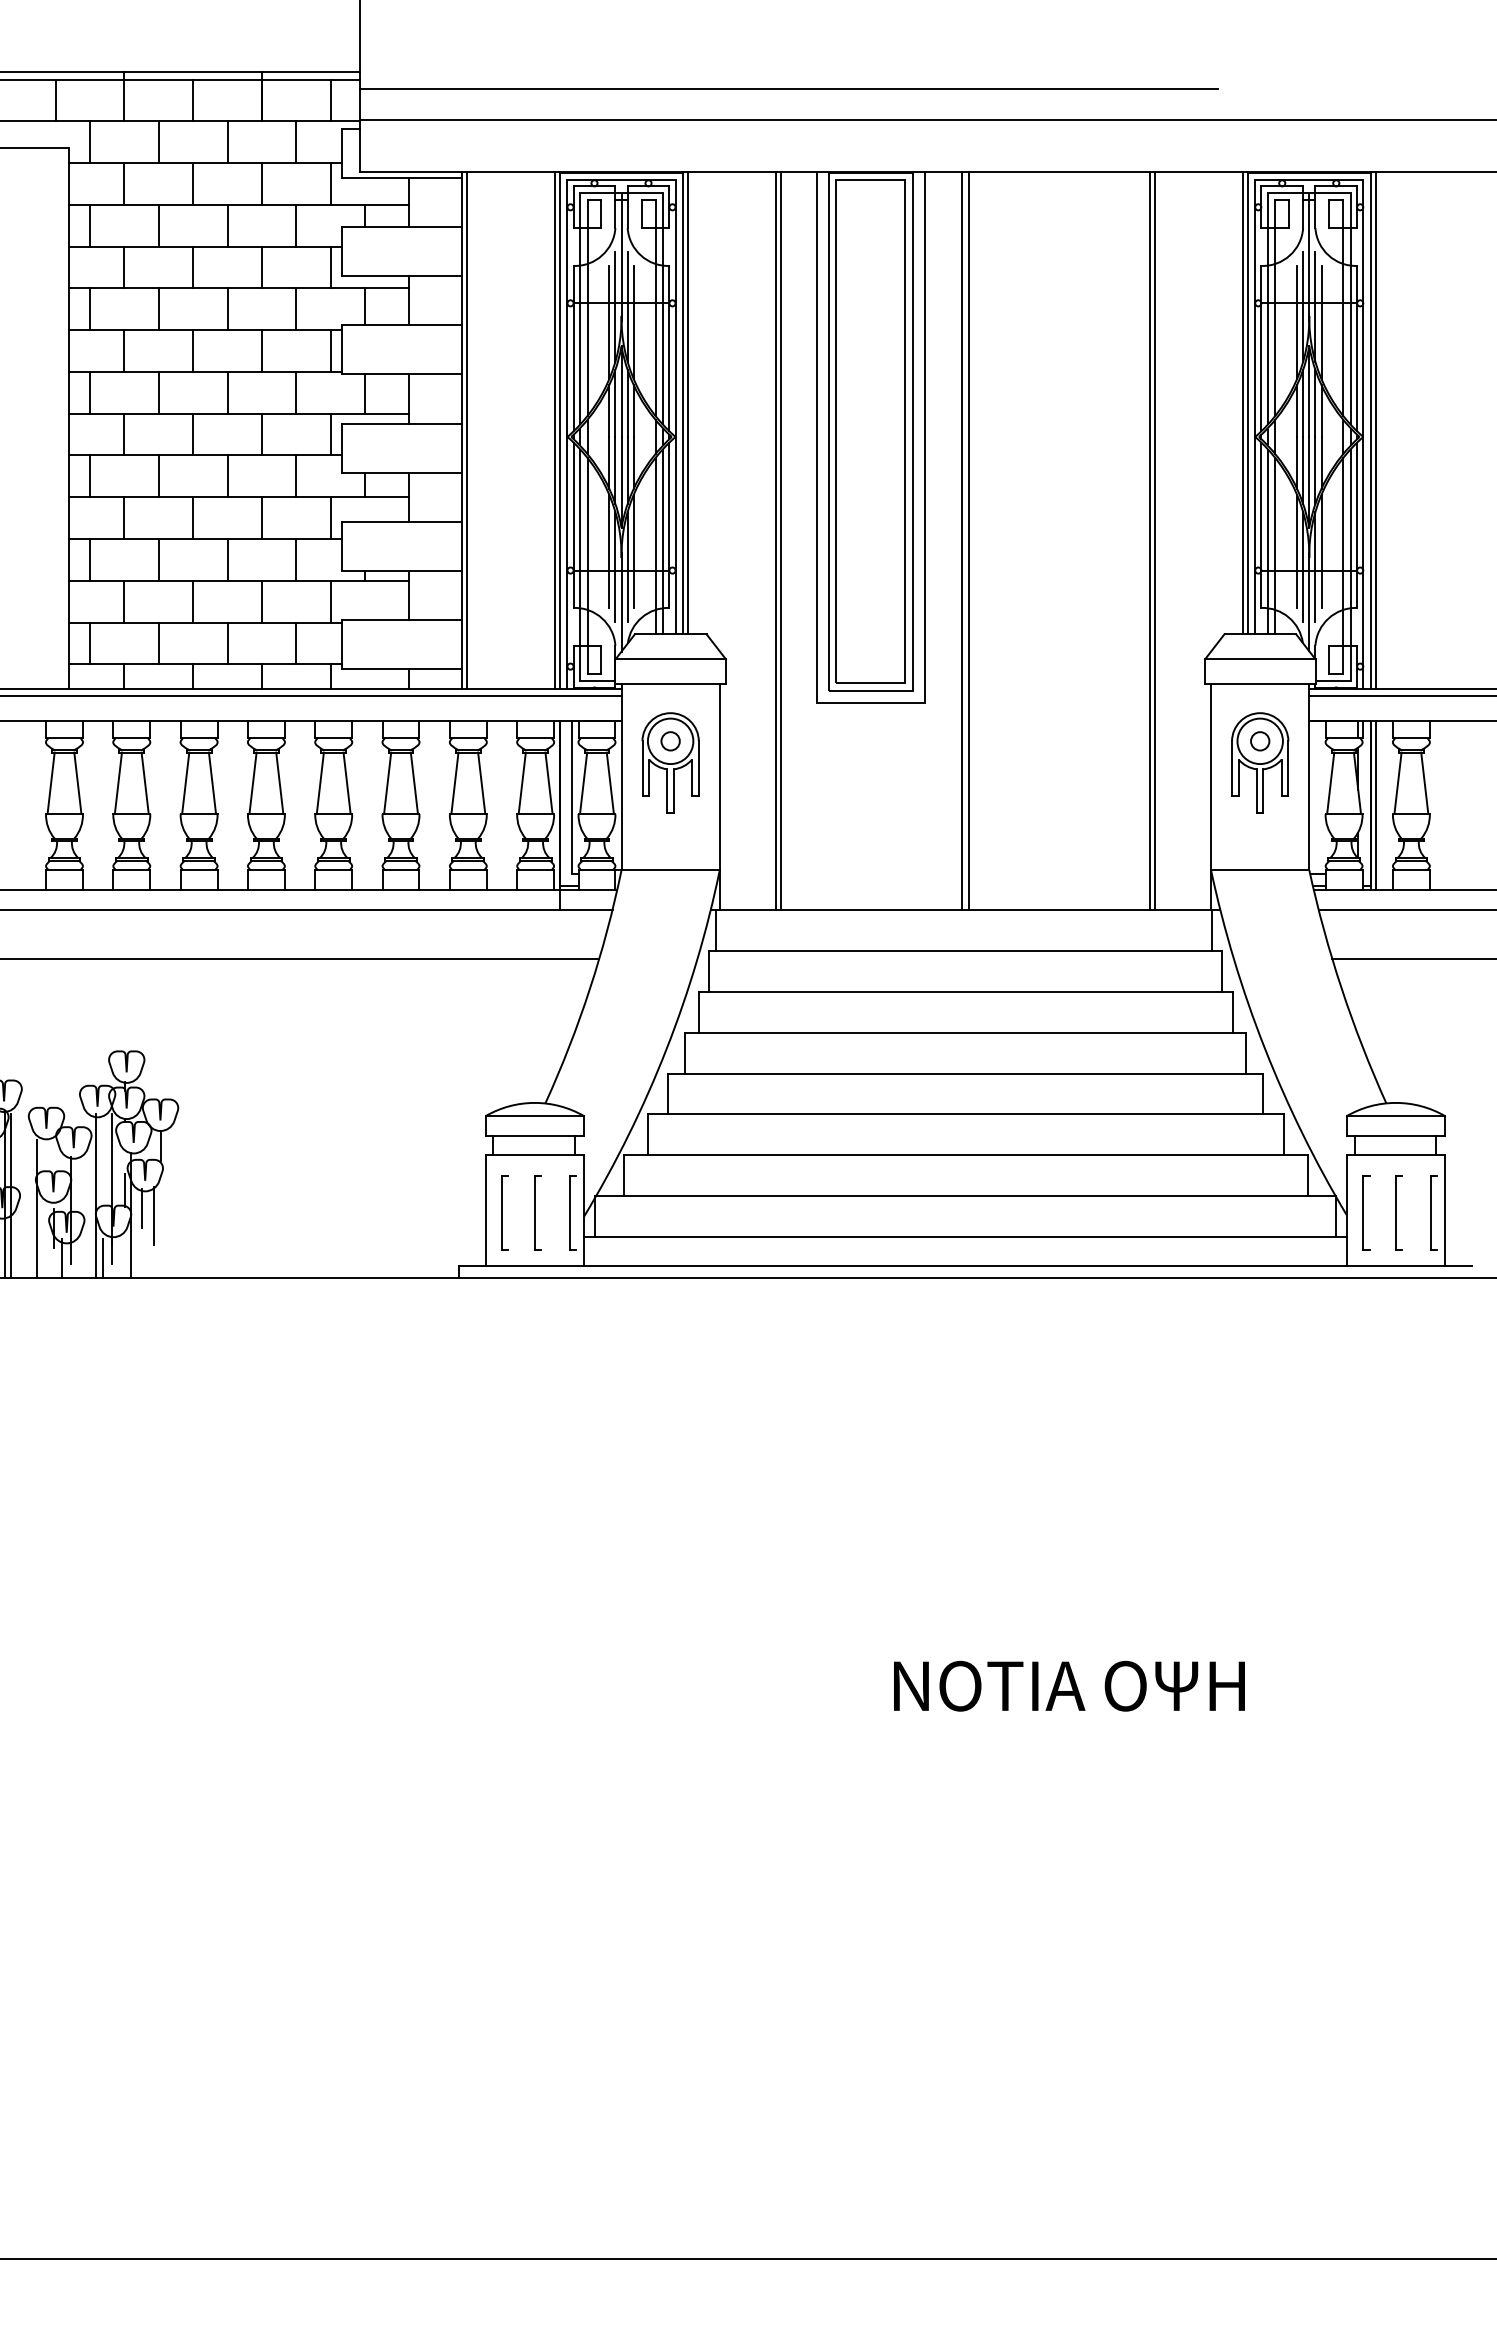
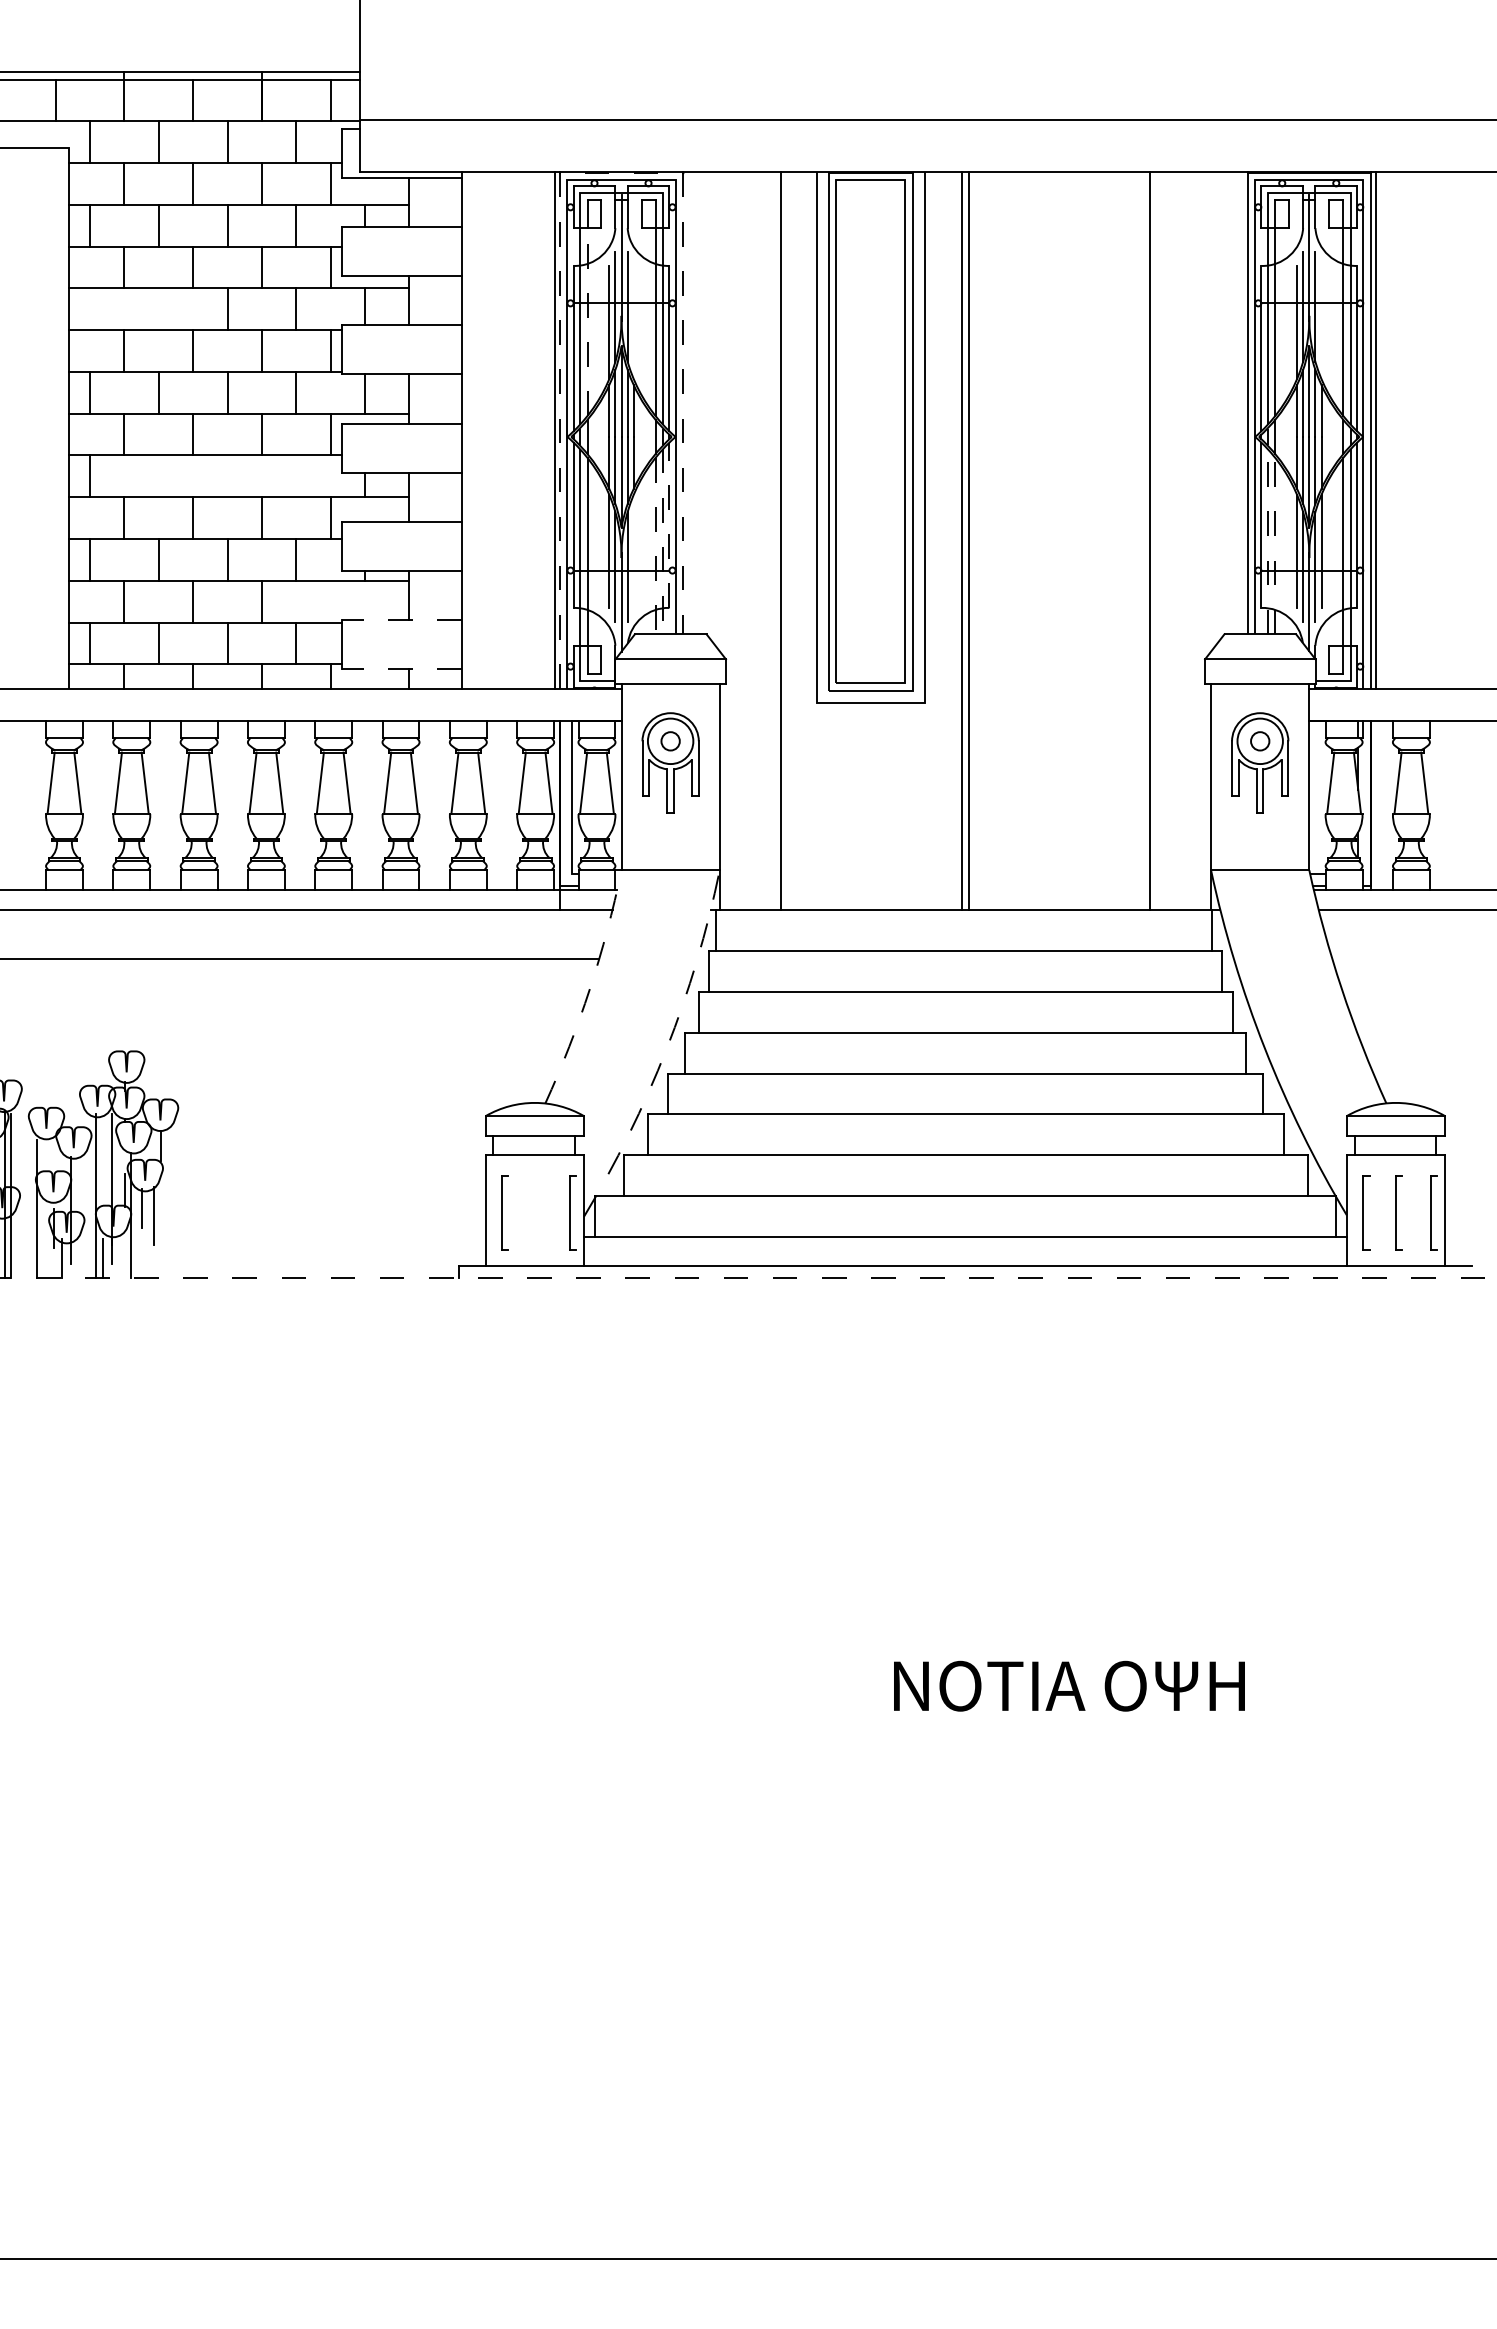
line at (788, 88): present -> none
line at (595, 172): solid -> dashed
line at (90, 309): present -> none
line at (158, 309): present -> none
line at (587, 322): solid -> dashed
line at (633, 322): present -> none
line at (1321, 322): present -> none
line at (687, 403): present -> none
line at (1242, 403): present -> none
line at (466, 430): present -> none
line at (158, 476): present -> none
line at (227, 476): present -> none
line at (296, 476): present -> none
line at (669, 525): solid -> dashed
line at (776, 540): present -> none
line at (1154, 540): present -> none
line at (663, 541): solid -> dashed
line at (1267, 541): solid -> dashed
line at (1275, 545): solid -> dashed
line at (655, 546): solid -> dashed
line at (633, 550): present -> none
line at (330, 601): present -> none
line at (401, 620): solid -> dashed
line at (401, 669): solid -> dashed
line at (311, 696): present -> none
line at (1401, 696): present -> none
line at (1375, 805): present -> none
line at (1412, 958): present -> none
arc at (589, 988): solid -> dashed
arc at (666, 1049): solid -> dashed
part at (537, 1212): present -> none
line at (748, 1278): solid -> dashed
